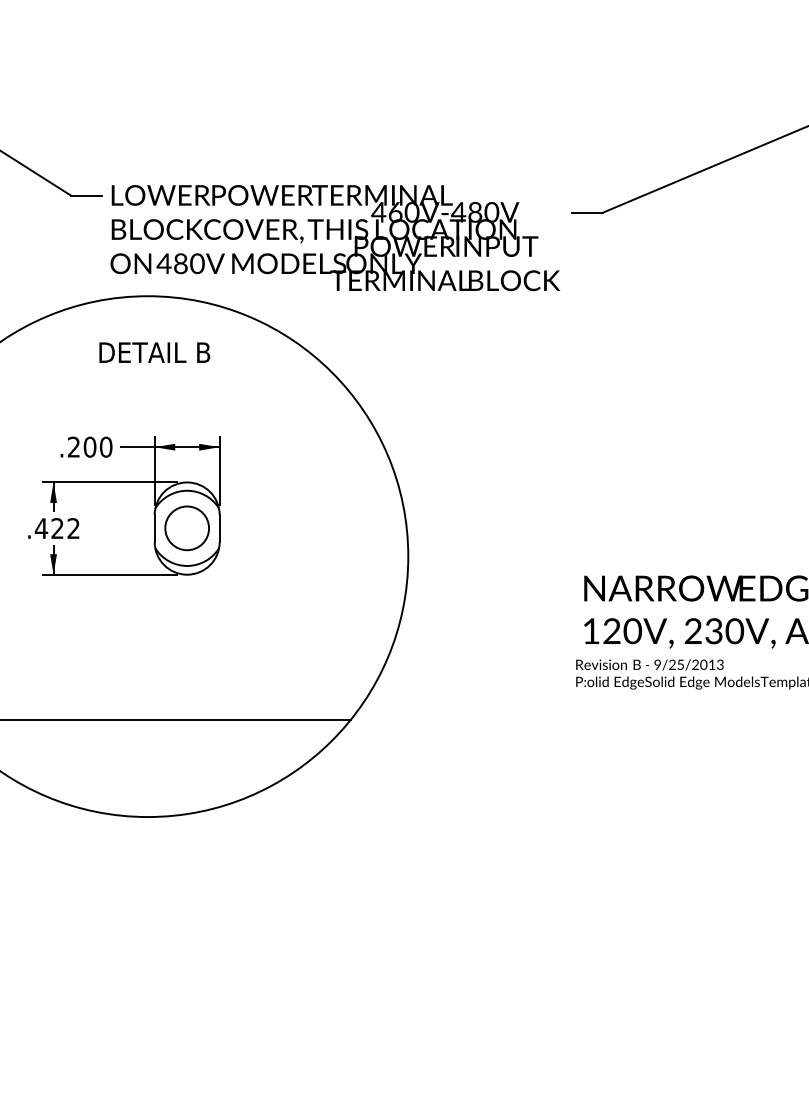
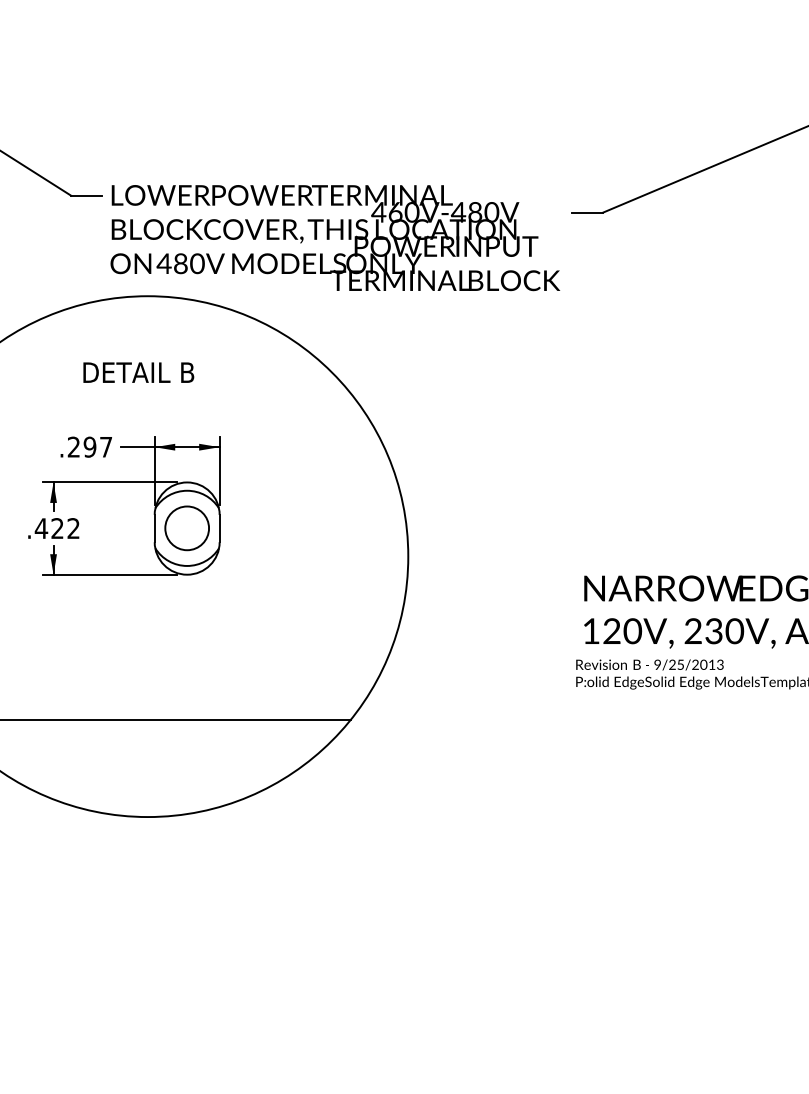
text at (154, 352) position: (154, 352) -> (138, 372)
text at (97, 446): .200 -> .297
